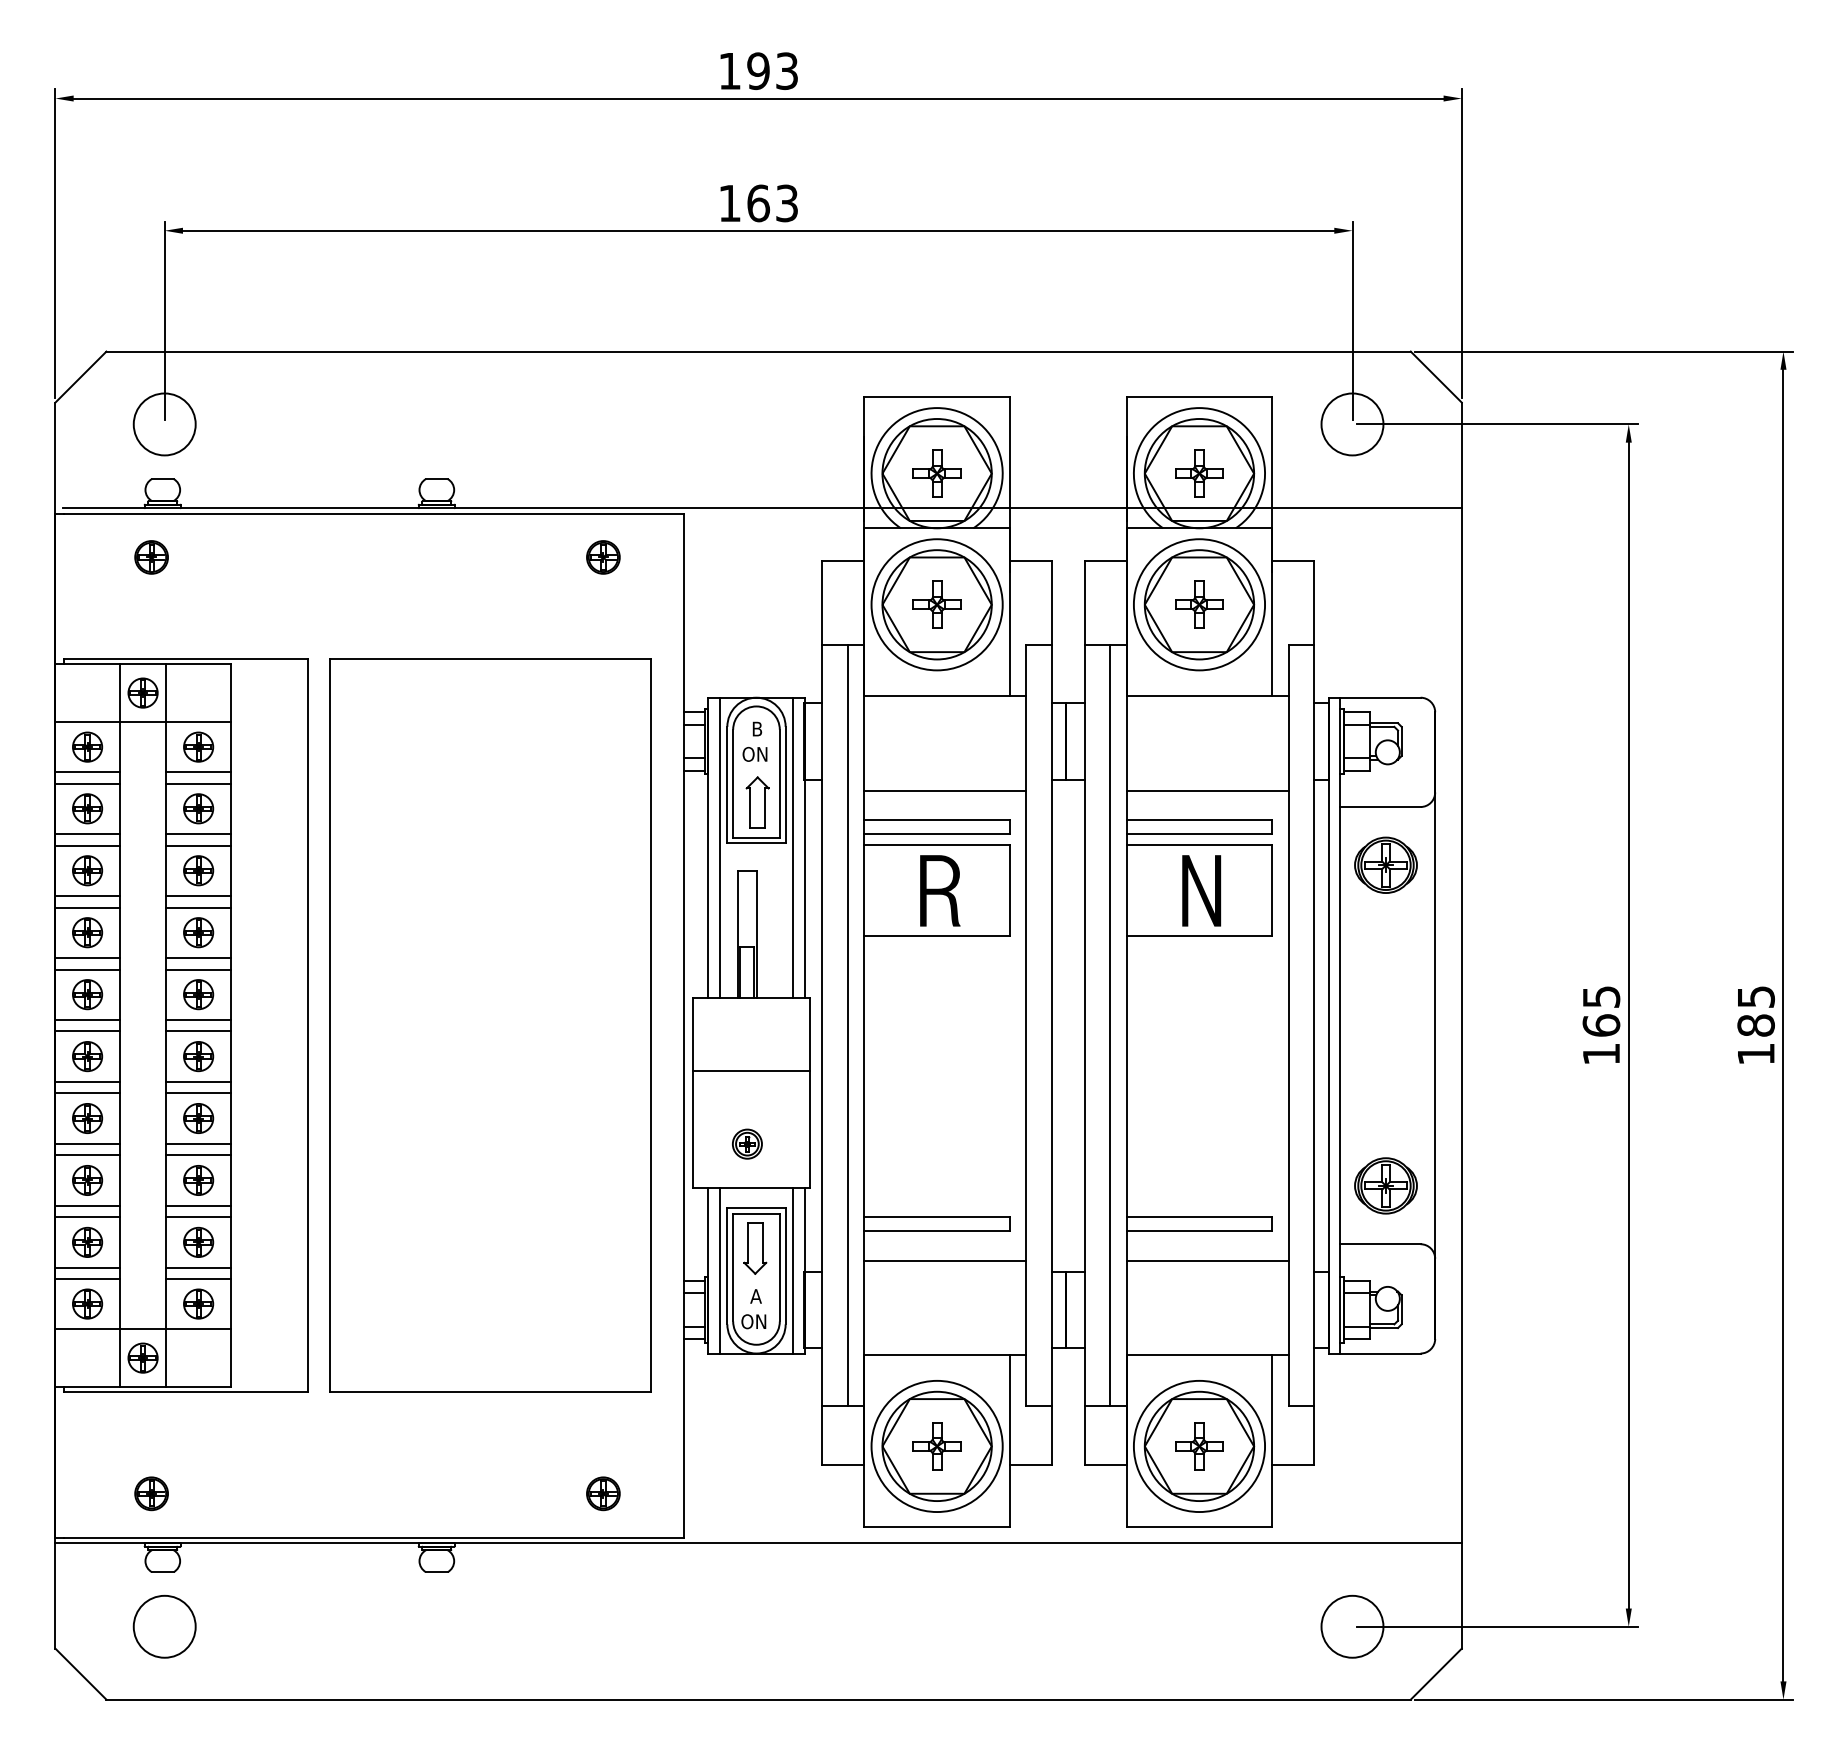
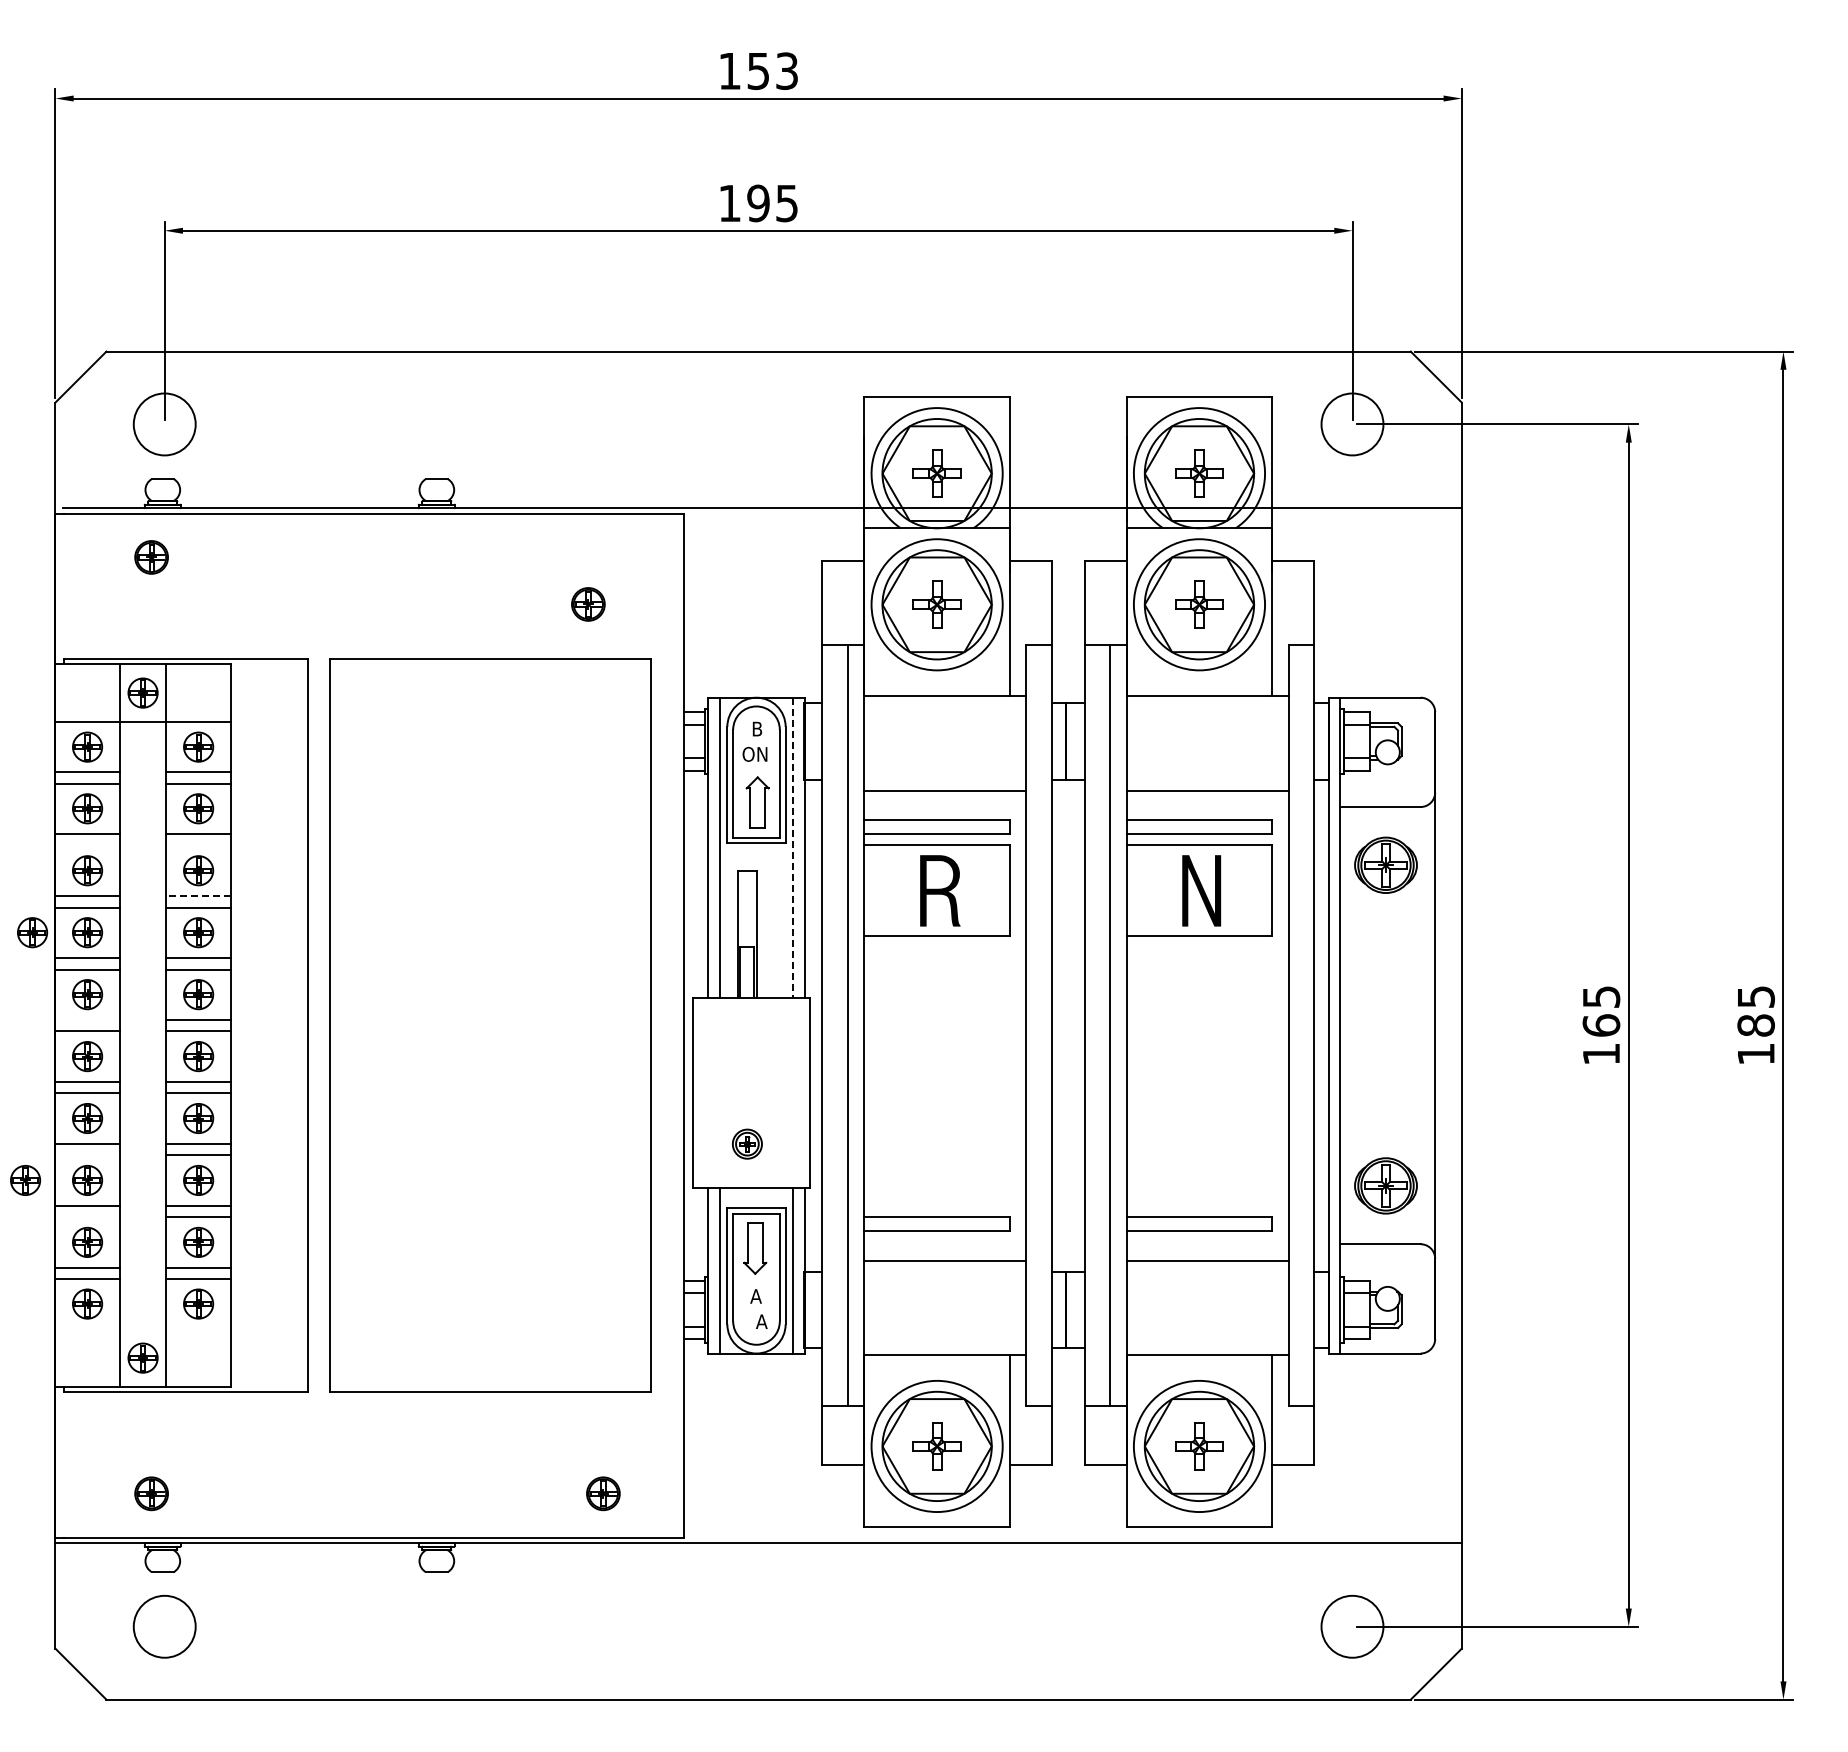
text at (758, 70): 193 -> 153
text at (772, 203): 163 -> 195
part at (603, 557) position: (603, 557) -> (588, 604)
line at (87, 845): present -> none
line at (198, 845): present -> none
line at (792, 848): solid -> dashed
line at (198, 895): solid -> dashed
part at (32, 932): none -> present
line at (87, 1019): present -> none
line at (751, 1071): present -> none
line at (87, 1155): present -> none
part at (25, 1180): none -> present
line at (87, 1217): present -> none
text at (754, 1321): ON -> A
line at (142, 1328): present -> none
